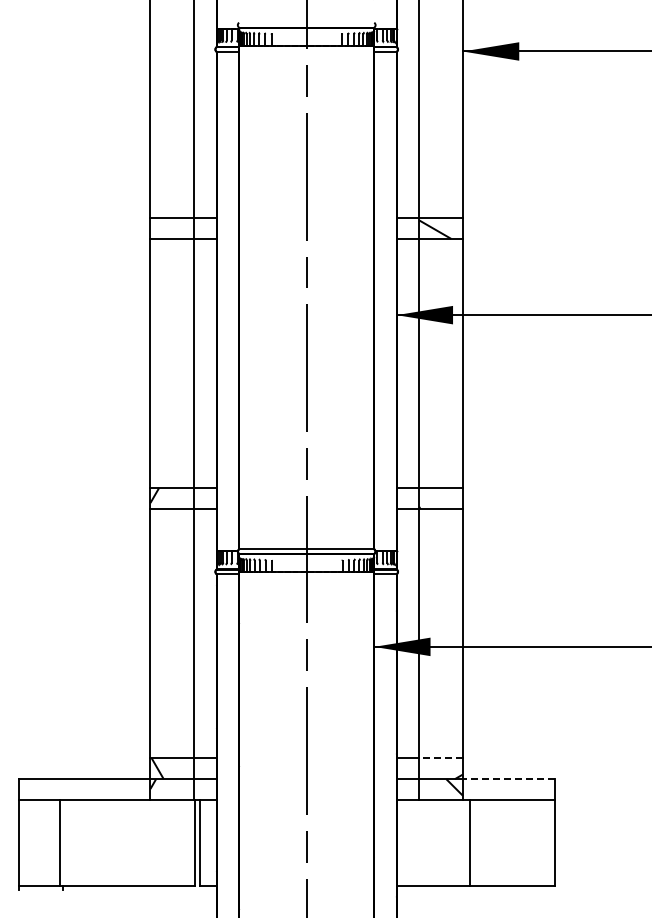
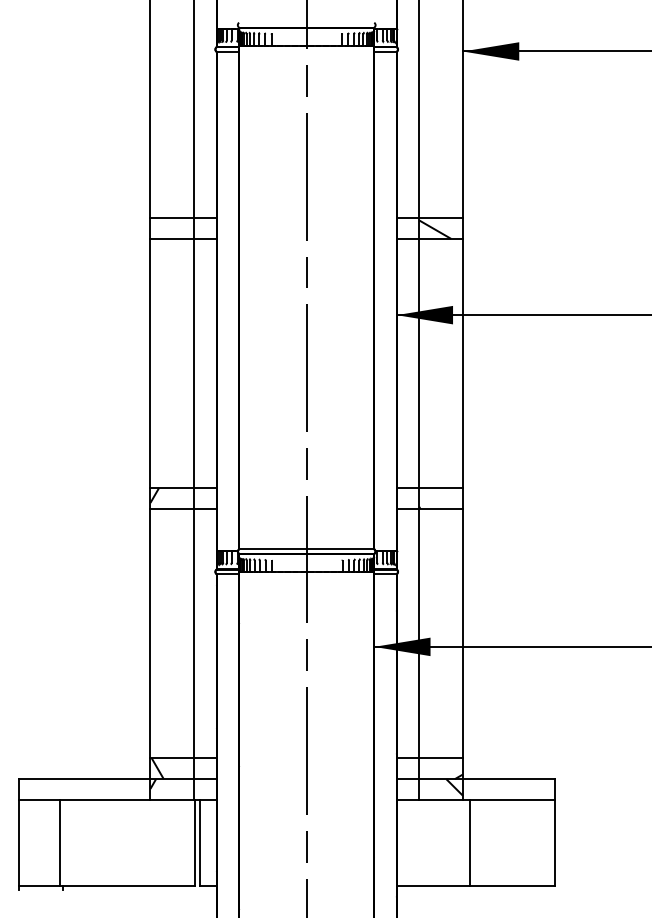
line at (441, 758): dashed -> solid
line at (508, 779): dashed -> solid
